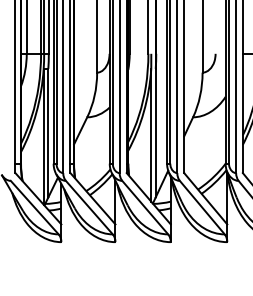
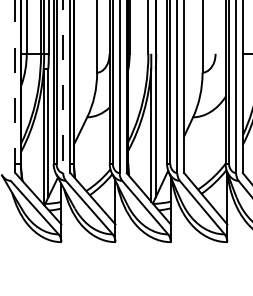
line at (15, 86): solid -> dashed
line at (63, 87): solid -> dashed
